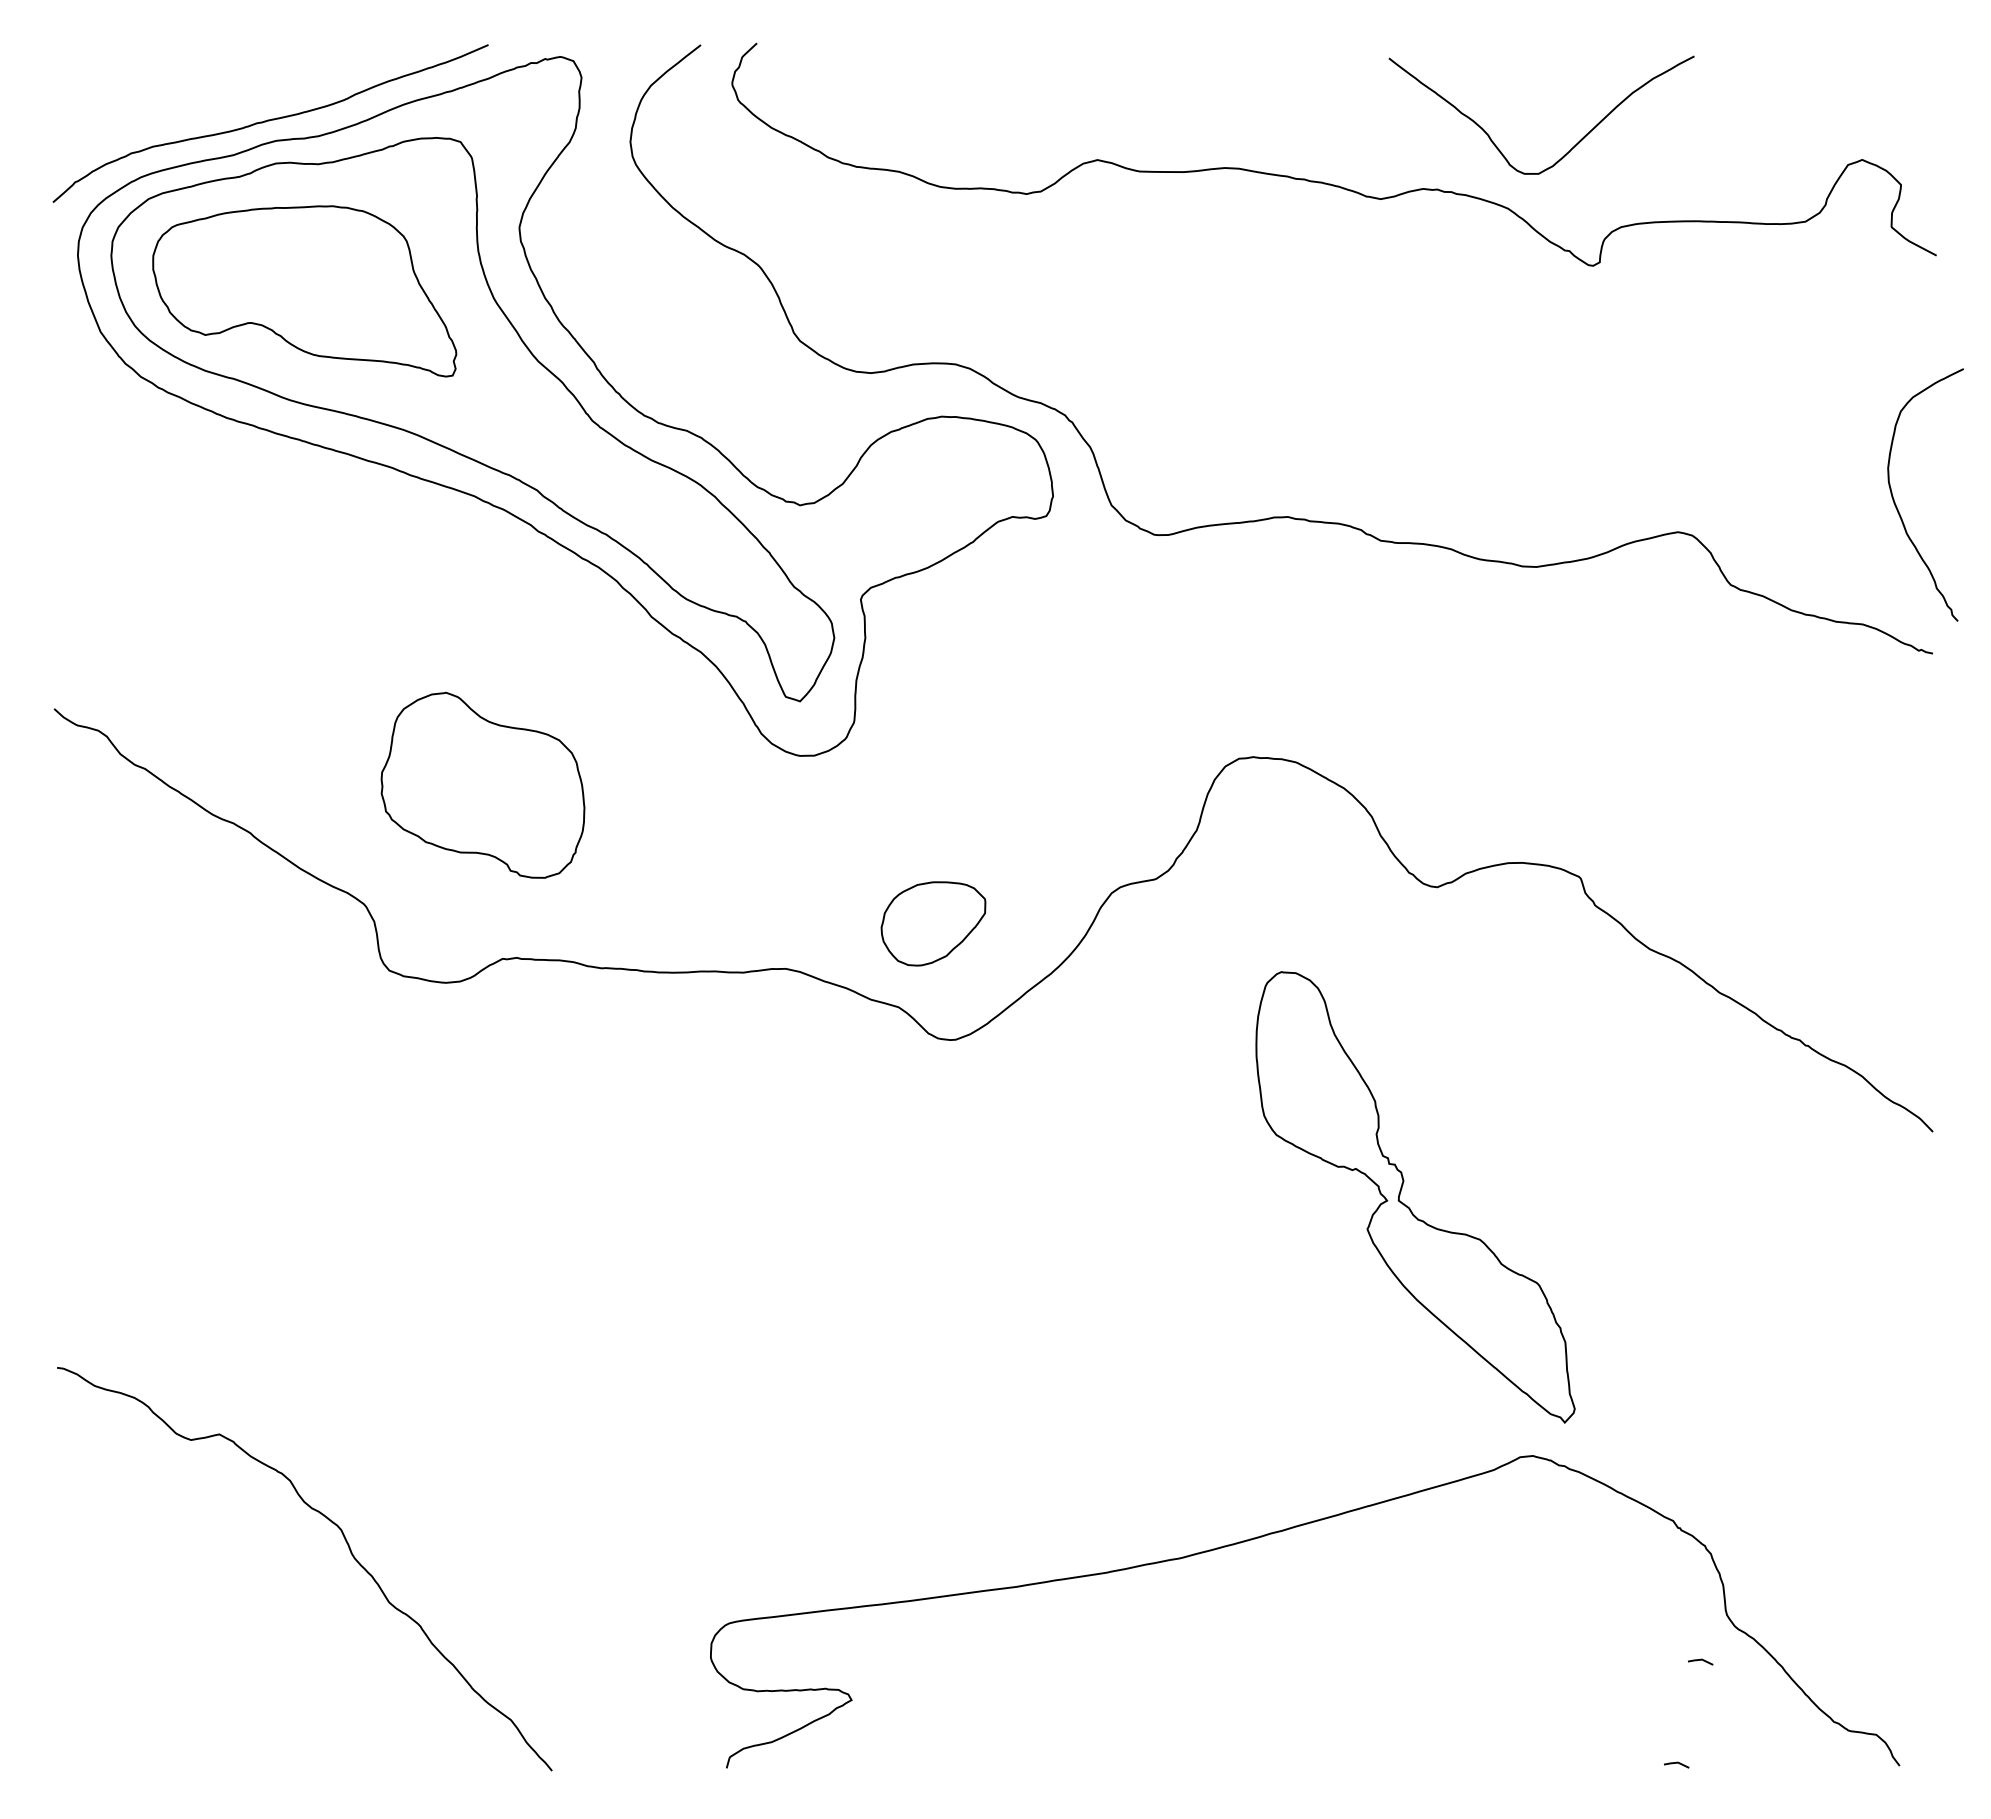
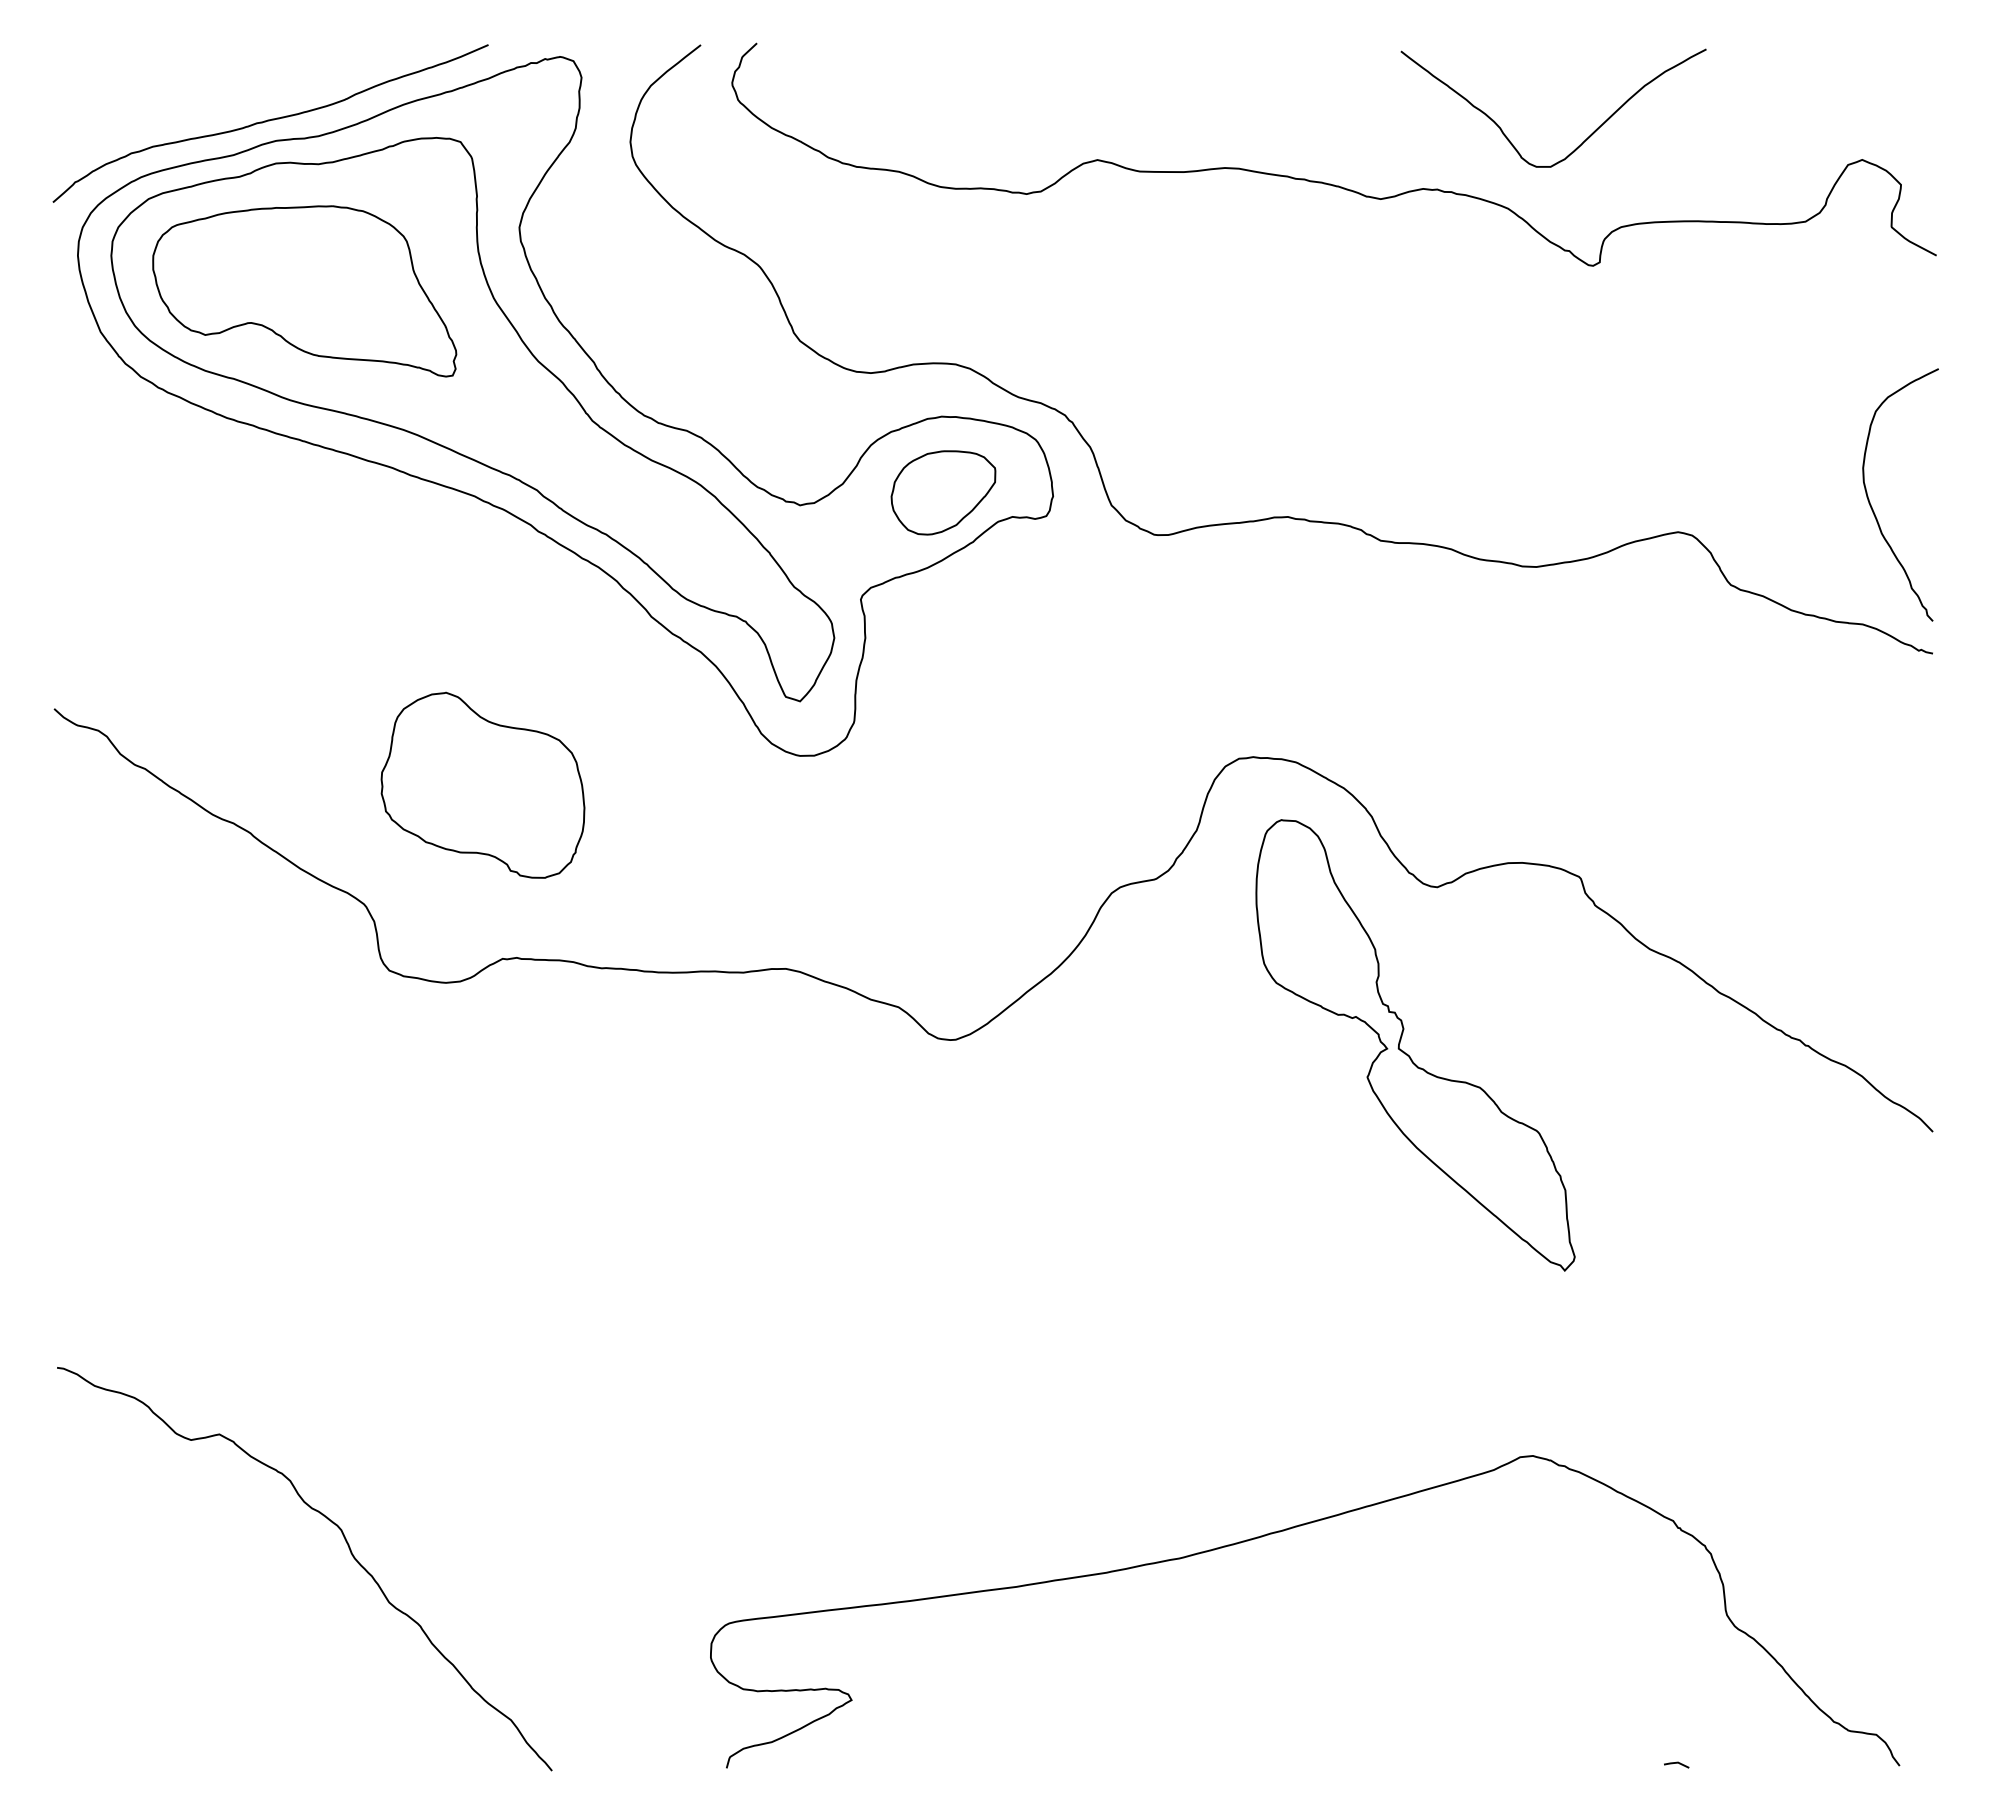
curve at (1573, 146) position: (1573, 146) -> (1585, 139)
curve at (1896, 504) position: (1896, 504) -> (1871, 504)
part at (933, 923) position: (933, 923) -> (943, 492)
part at (1407, 1205) position: (1407, 1205) -> (1407, 1053)
line at (1700, 1660): present -> none
